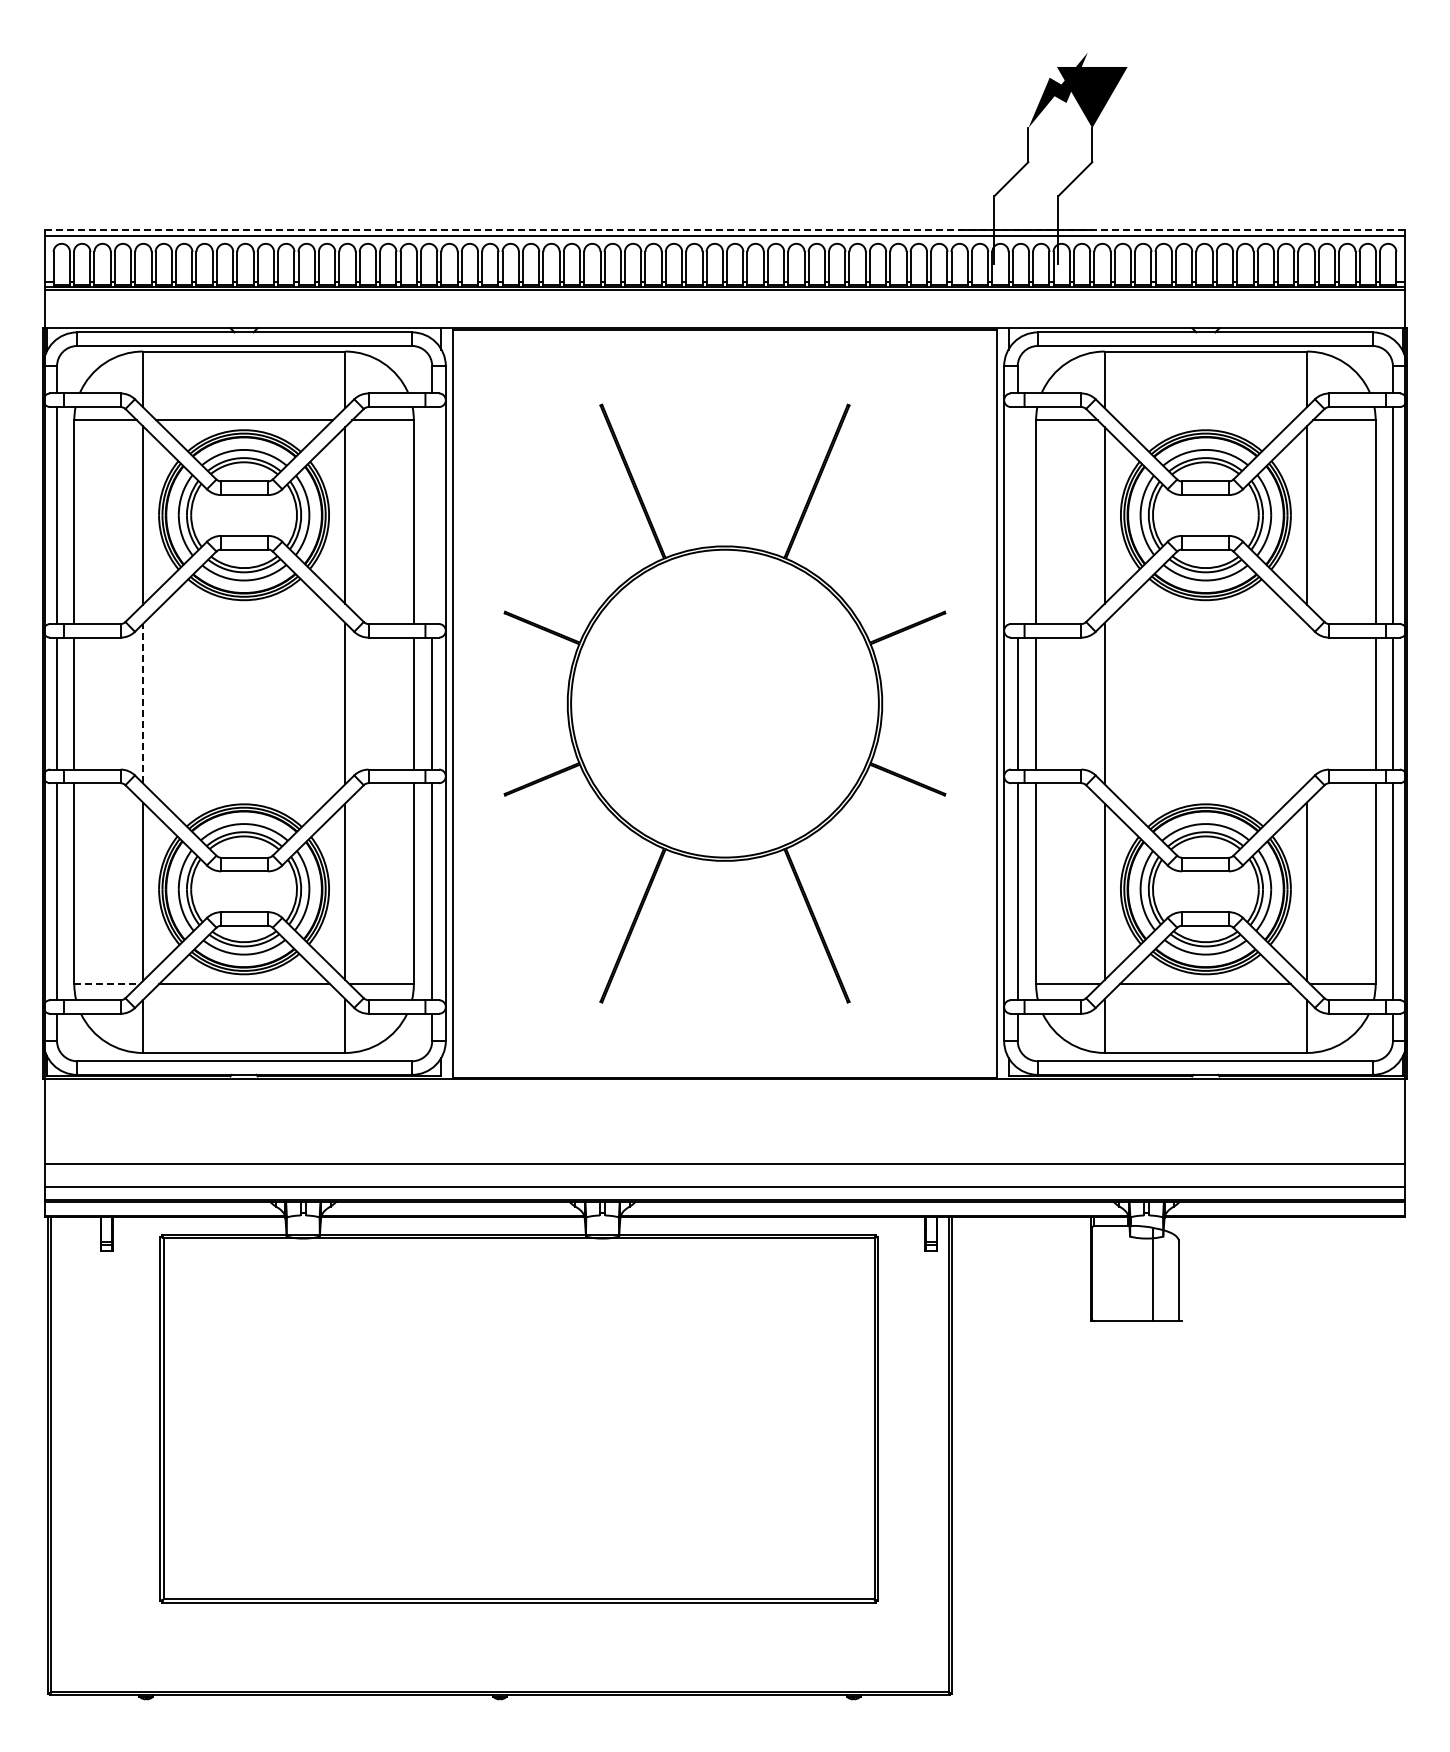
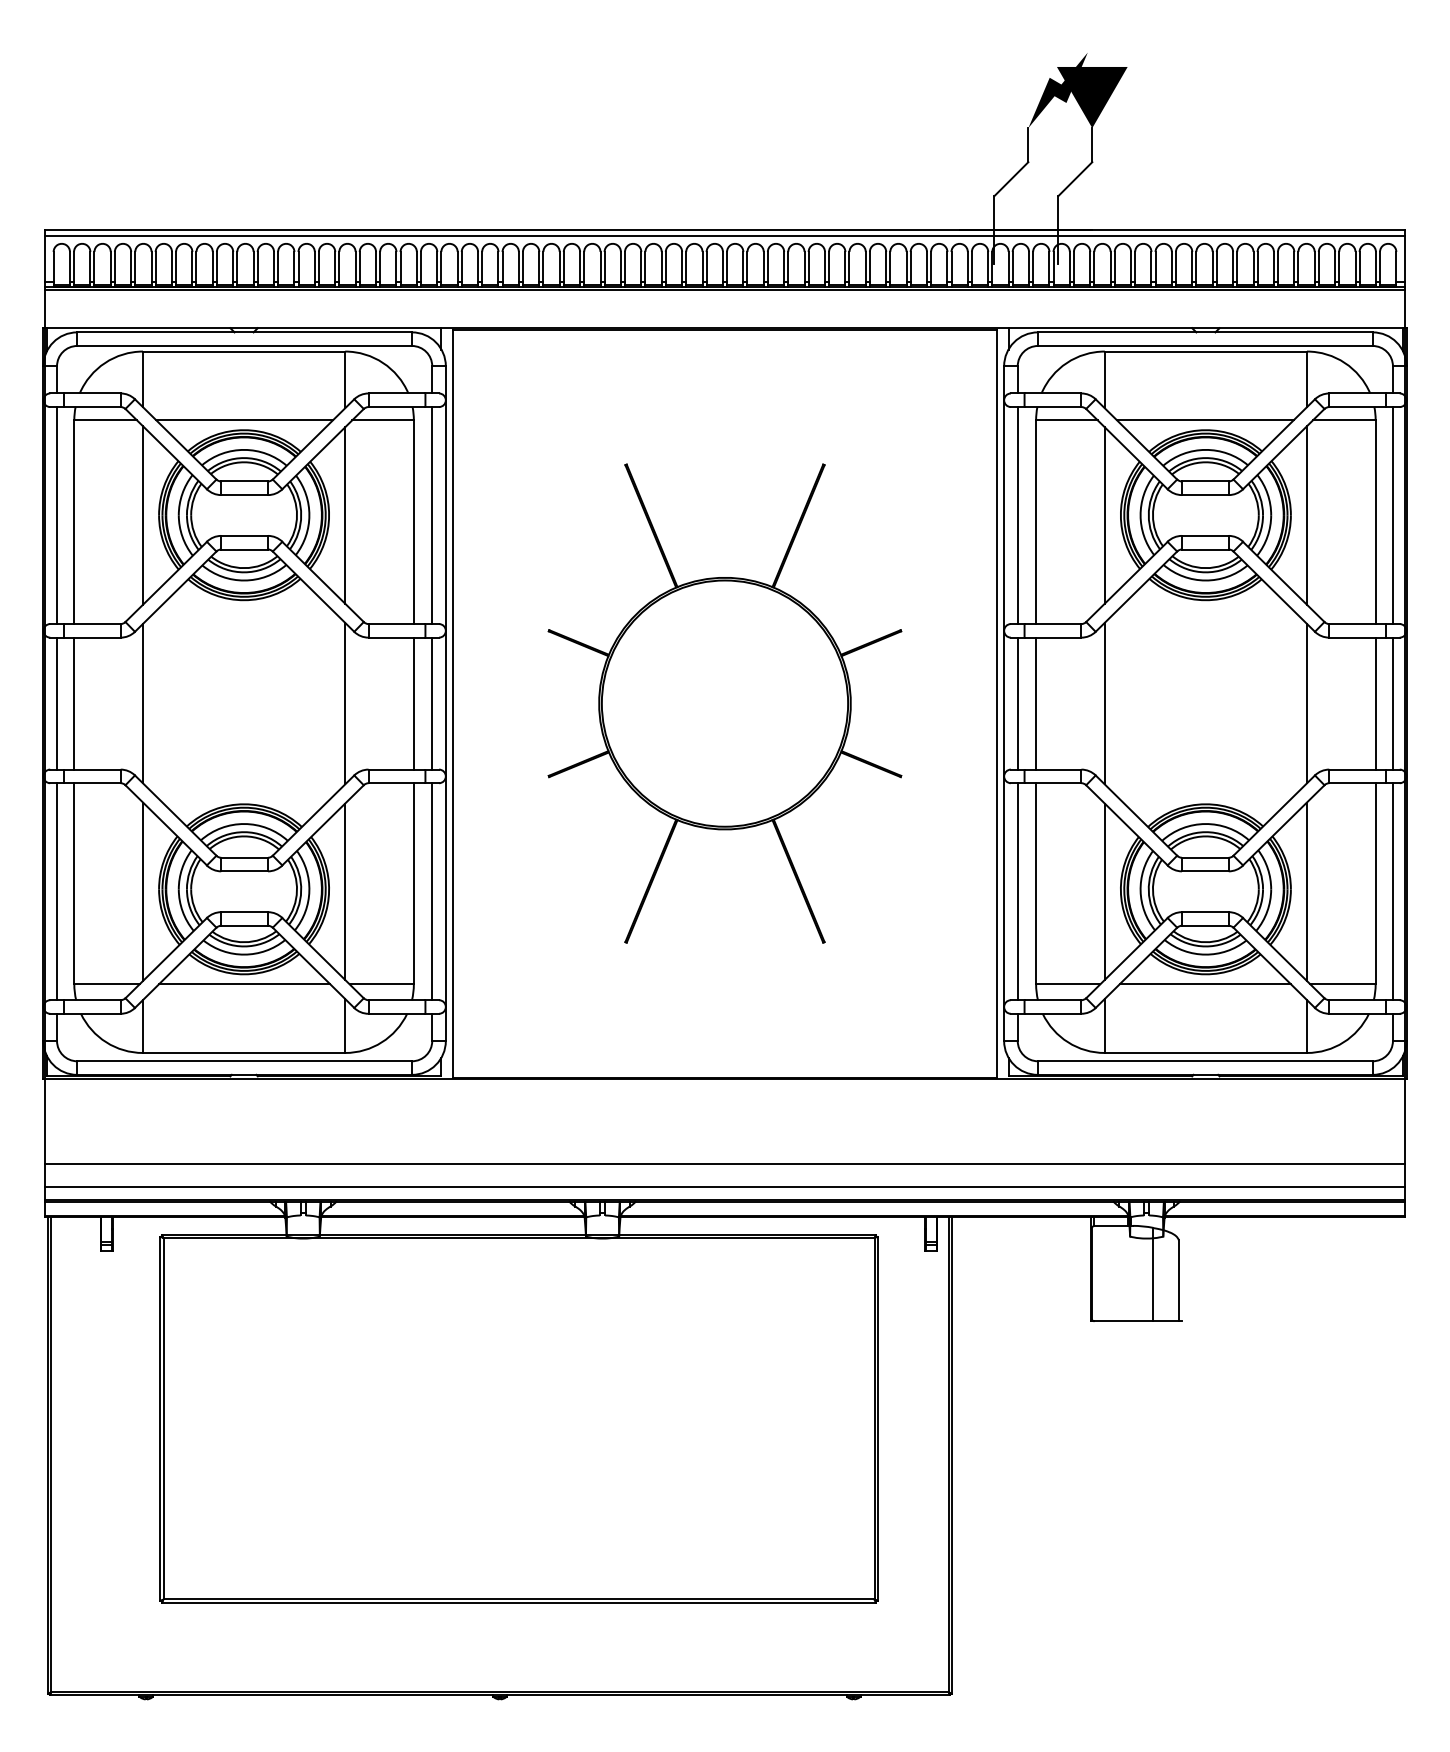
line at (725, 230): dashed -> solid
line at (1204, 420): none -> present
line at (432, 515): none -> present
line at (1017, 515): none -> present
line at (143, 703): dashed -> solid
part at (724, 703) size: 444x601 px -> 356x481 px
line at (1306, 703): none -> present
line at (106, 984): dashed -> solid
